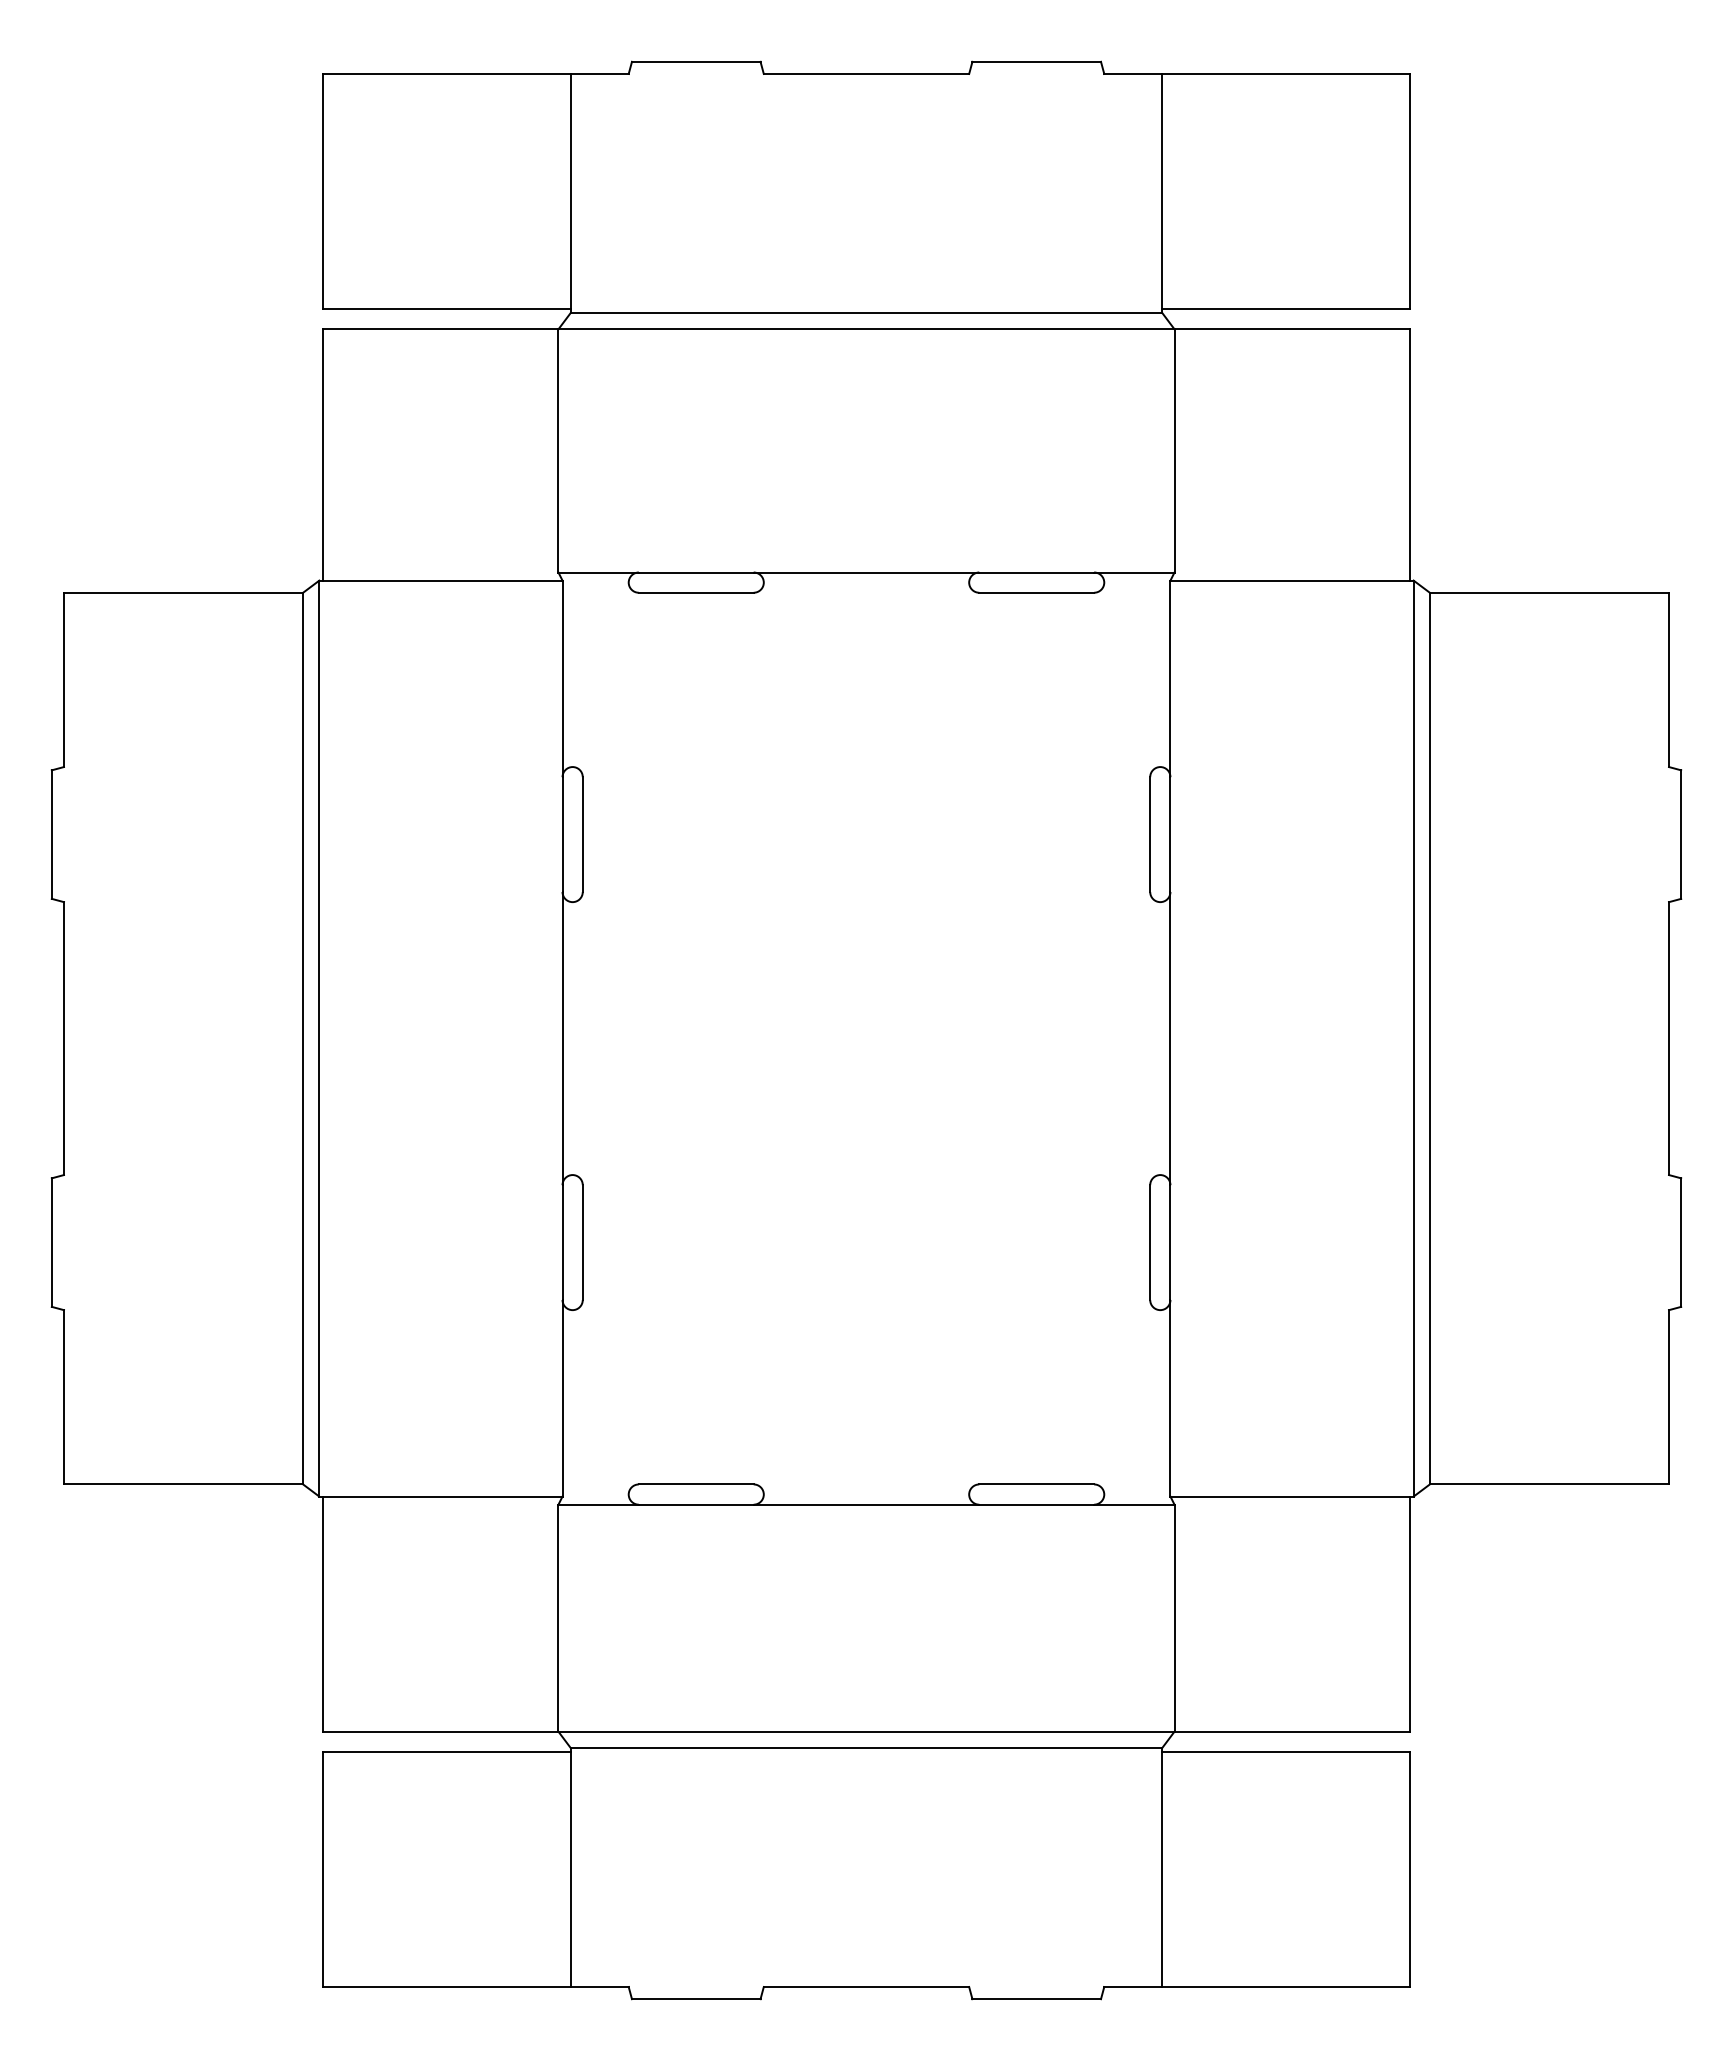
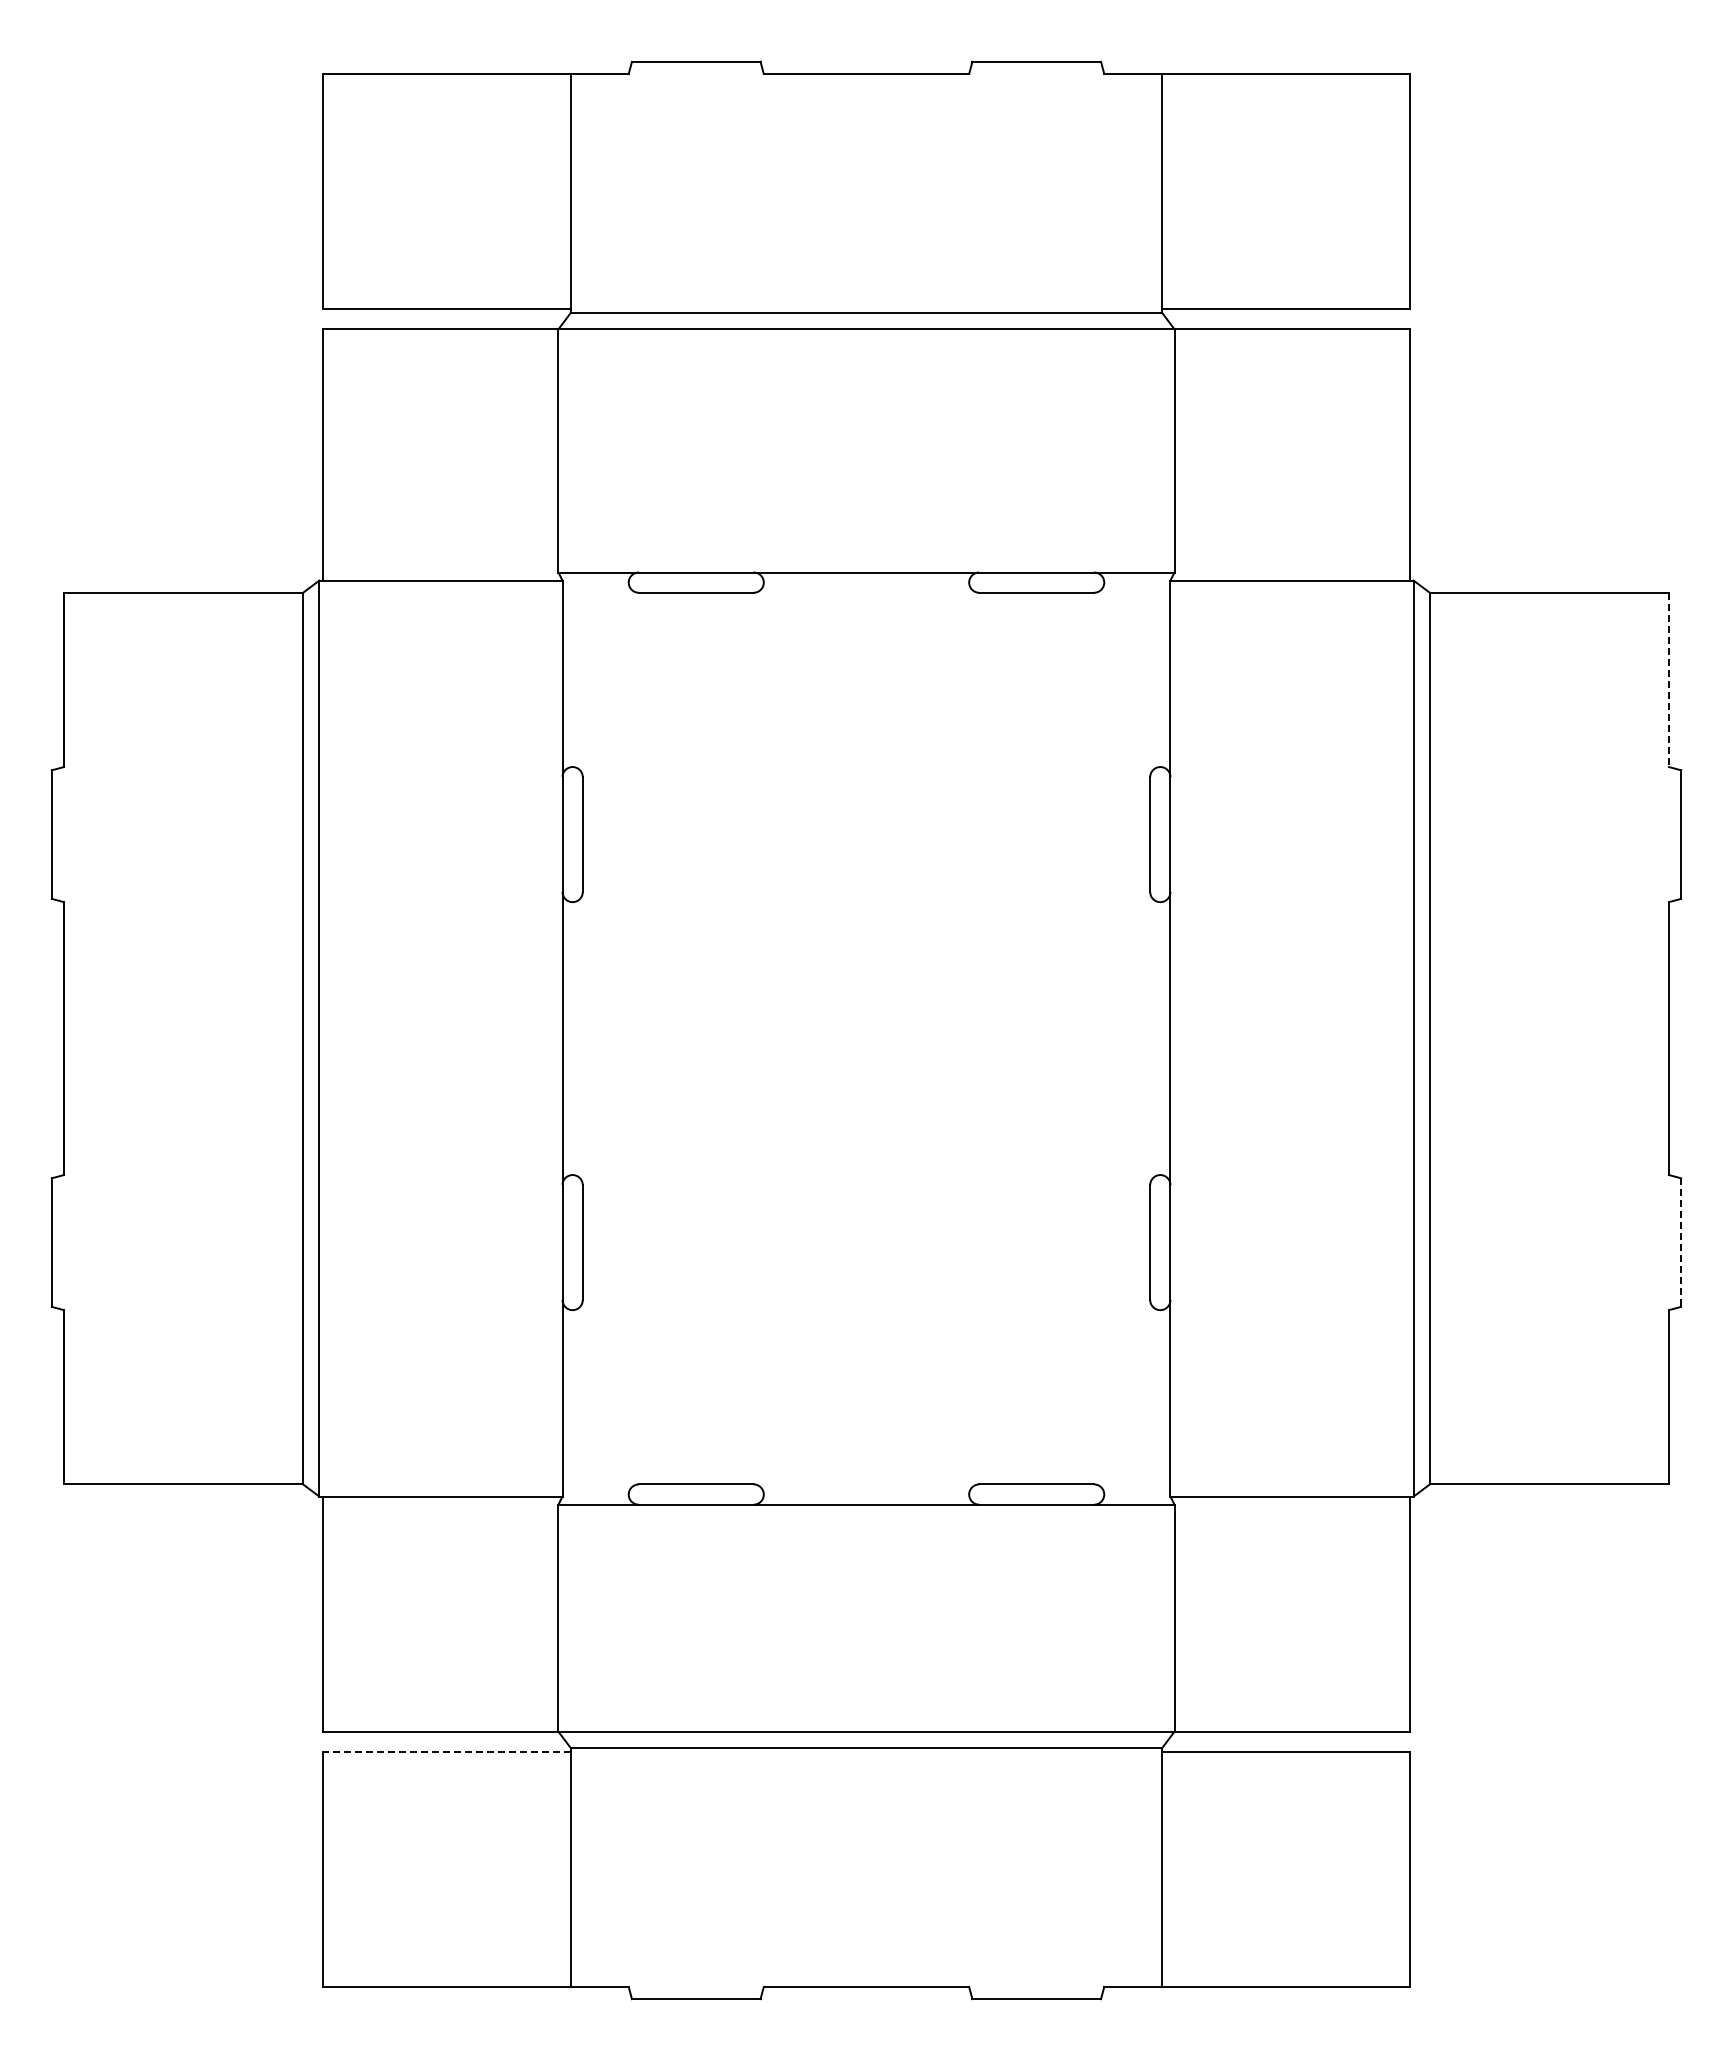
line at (1668, 680): solid -> dashed
line at (1681, 1243): solid -> dashed
line at (447, 1751): solid -> dashed
